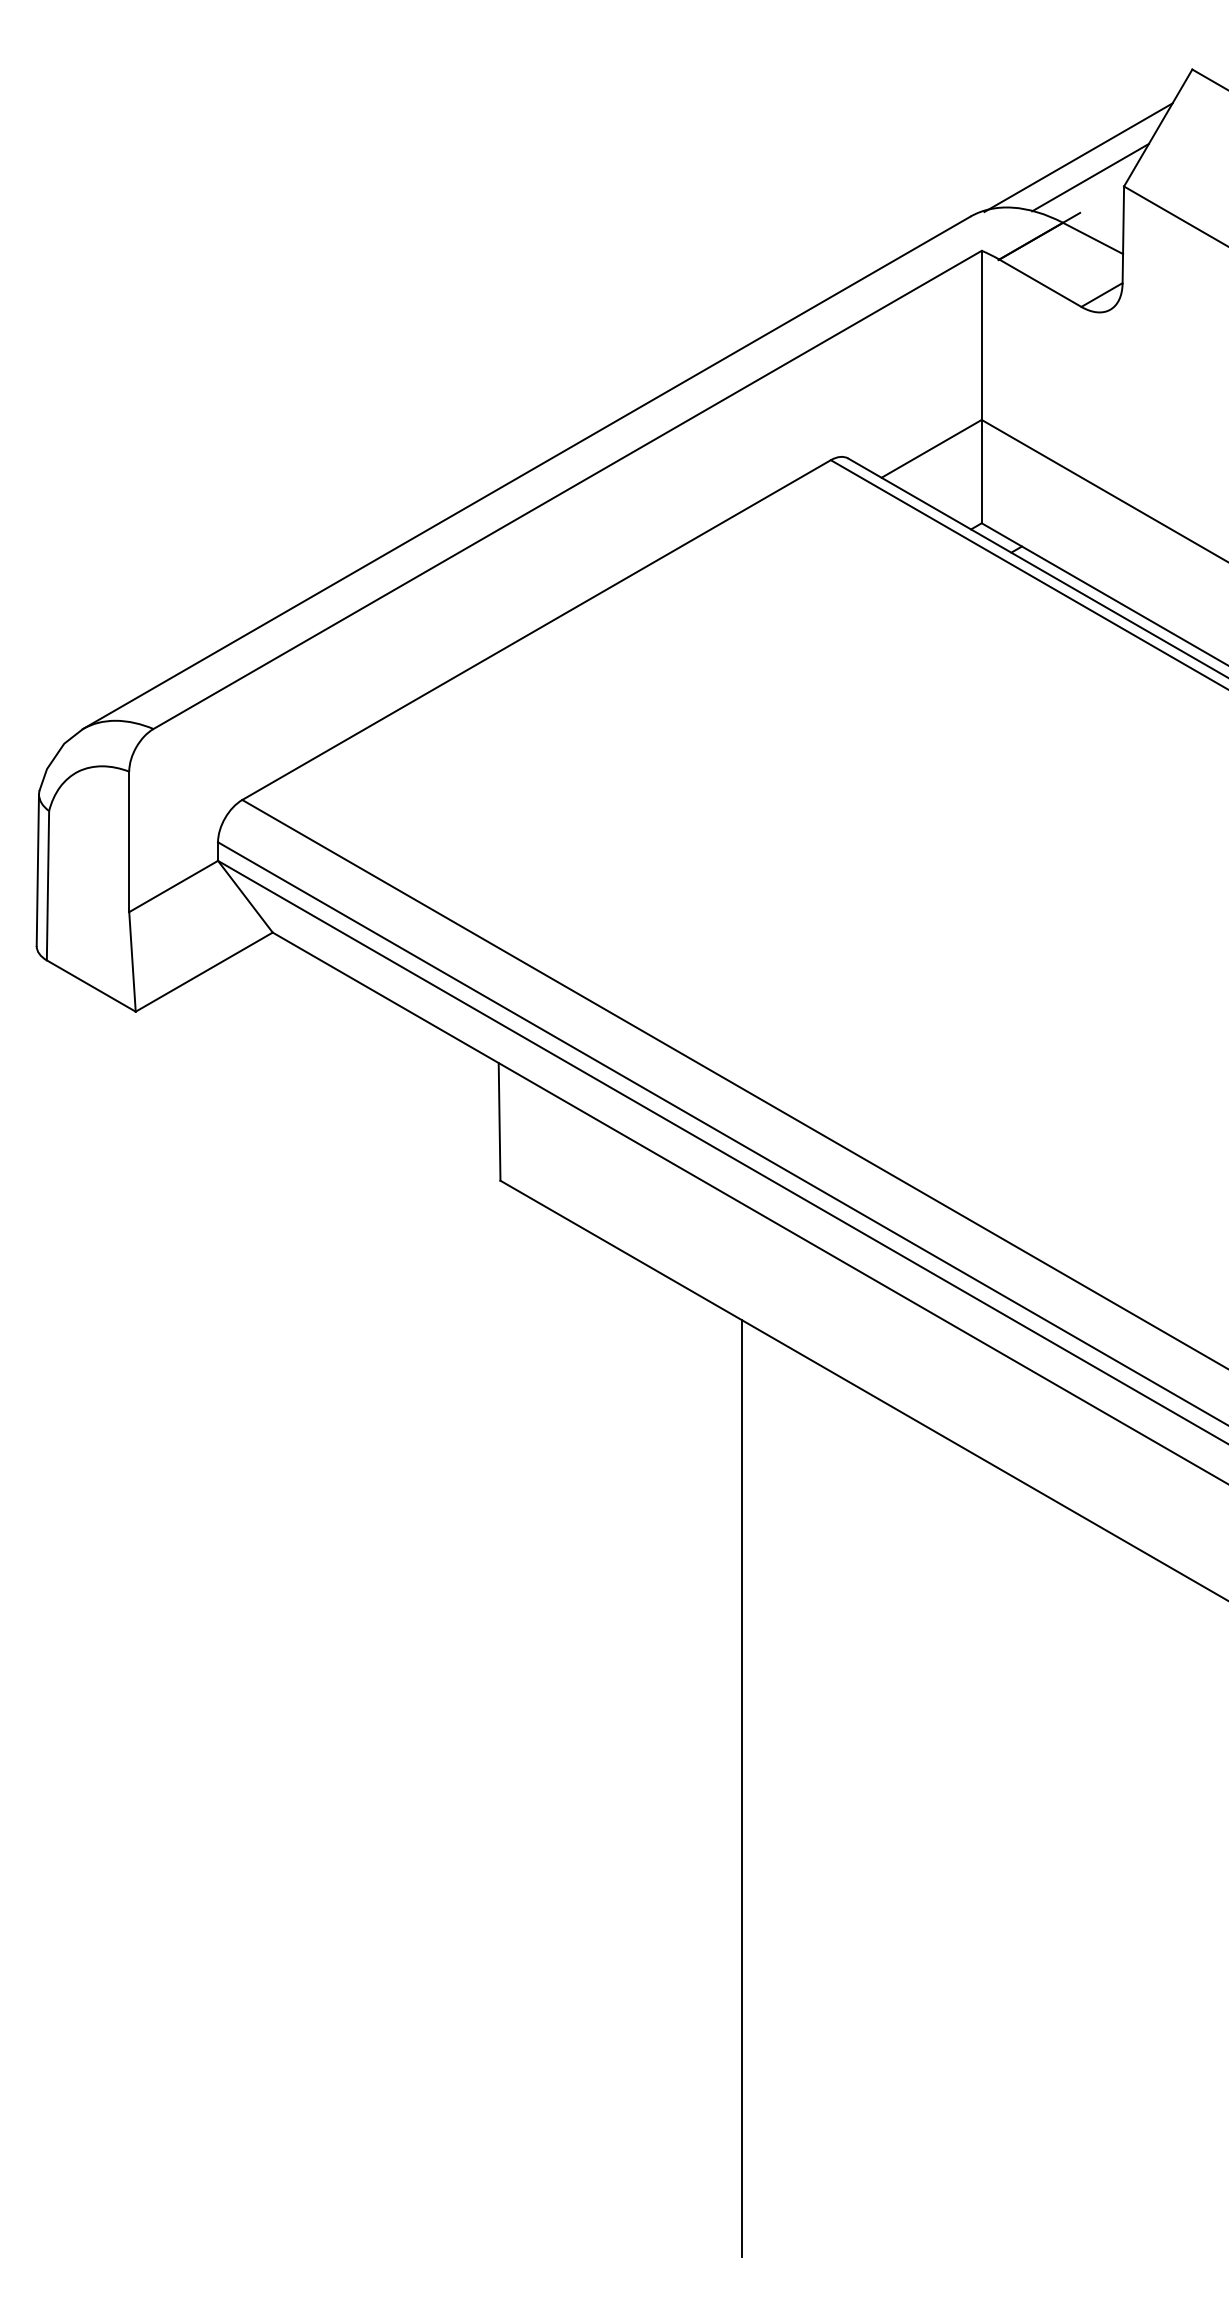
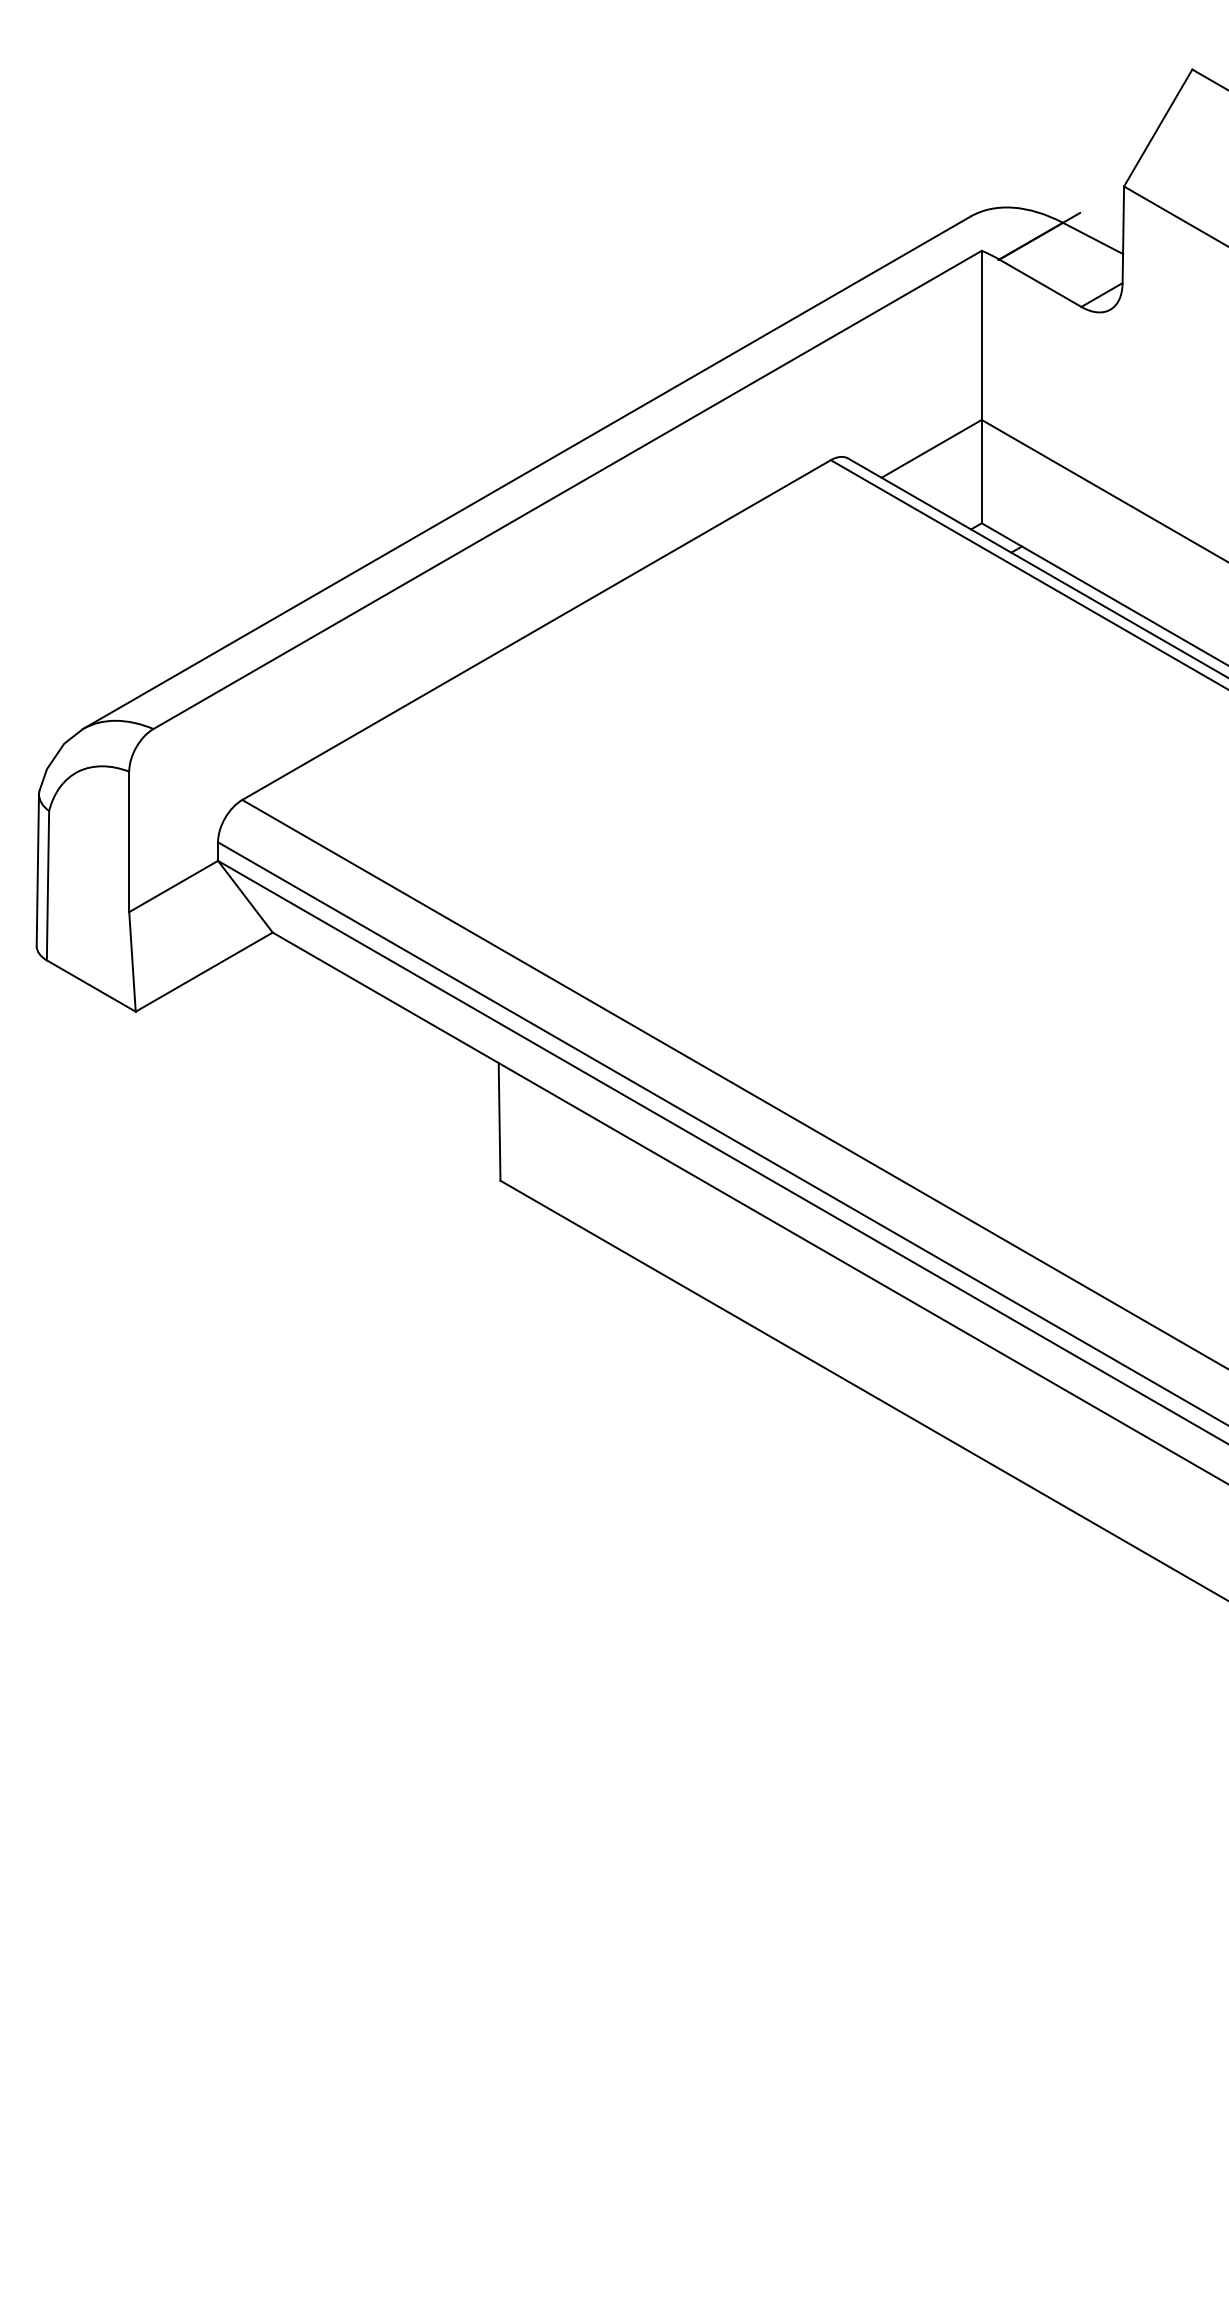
line at (1078, 157): present -> none
line at (1090, 177): present -> none
line at (742, 1788): present -> none
